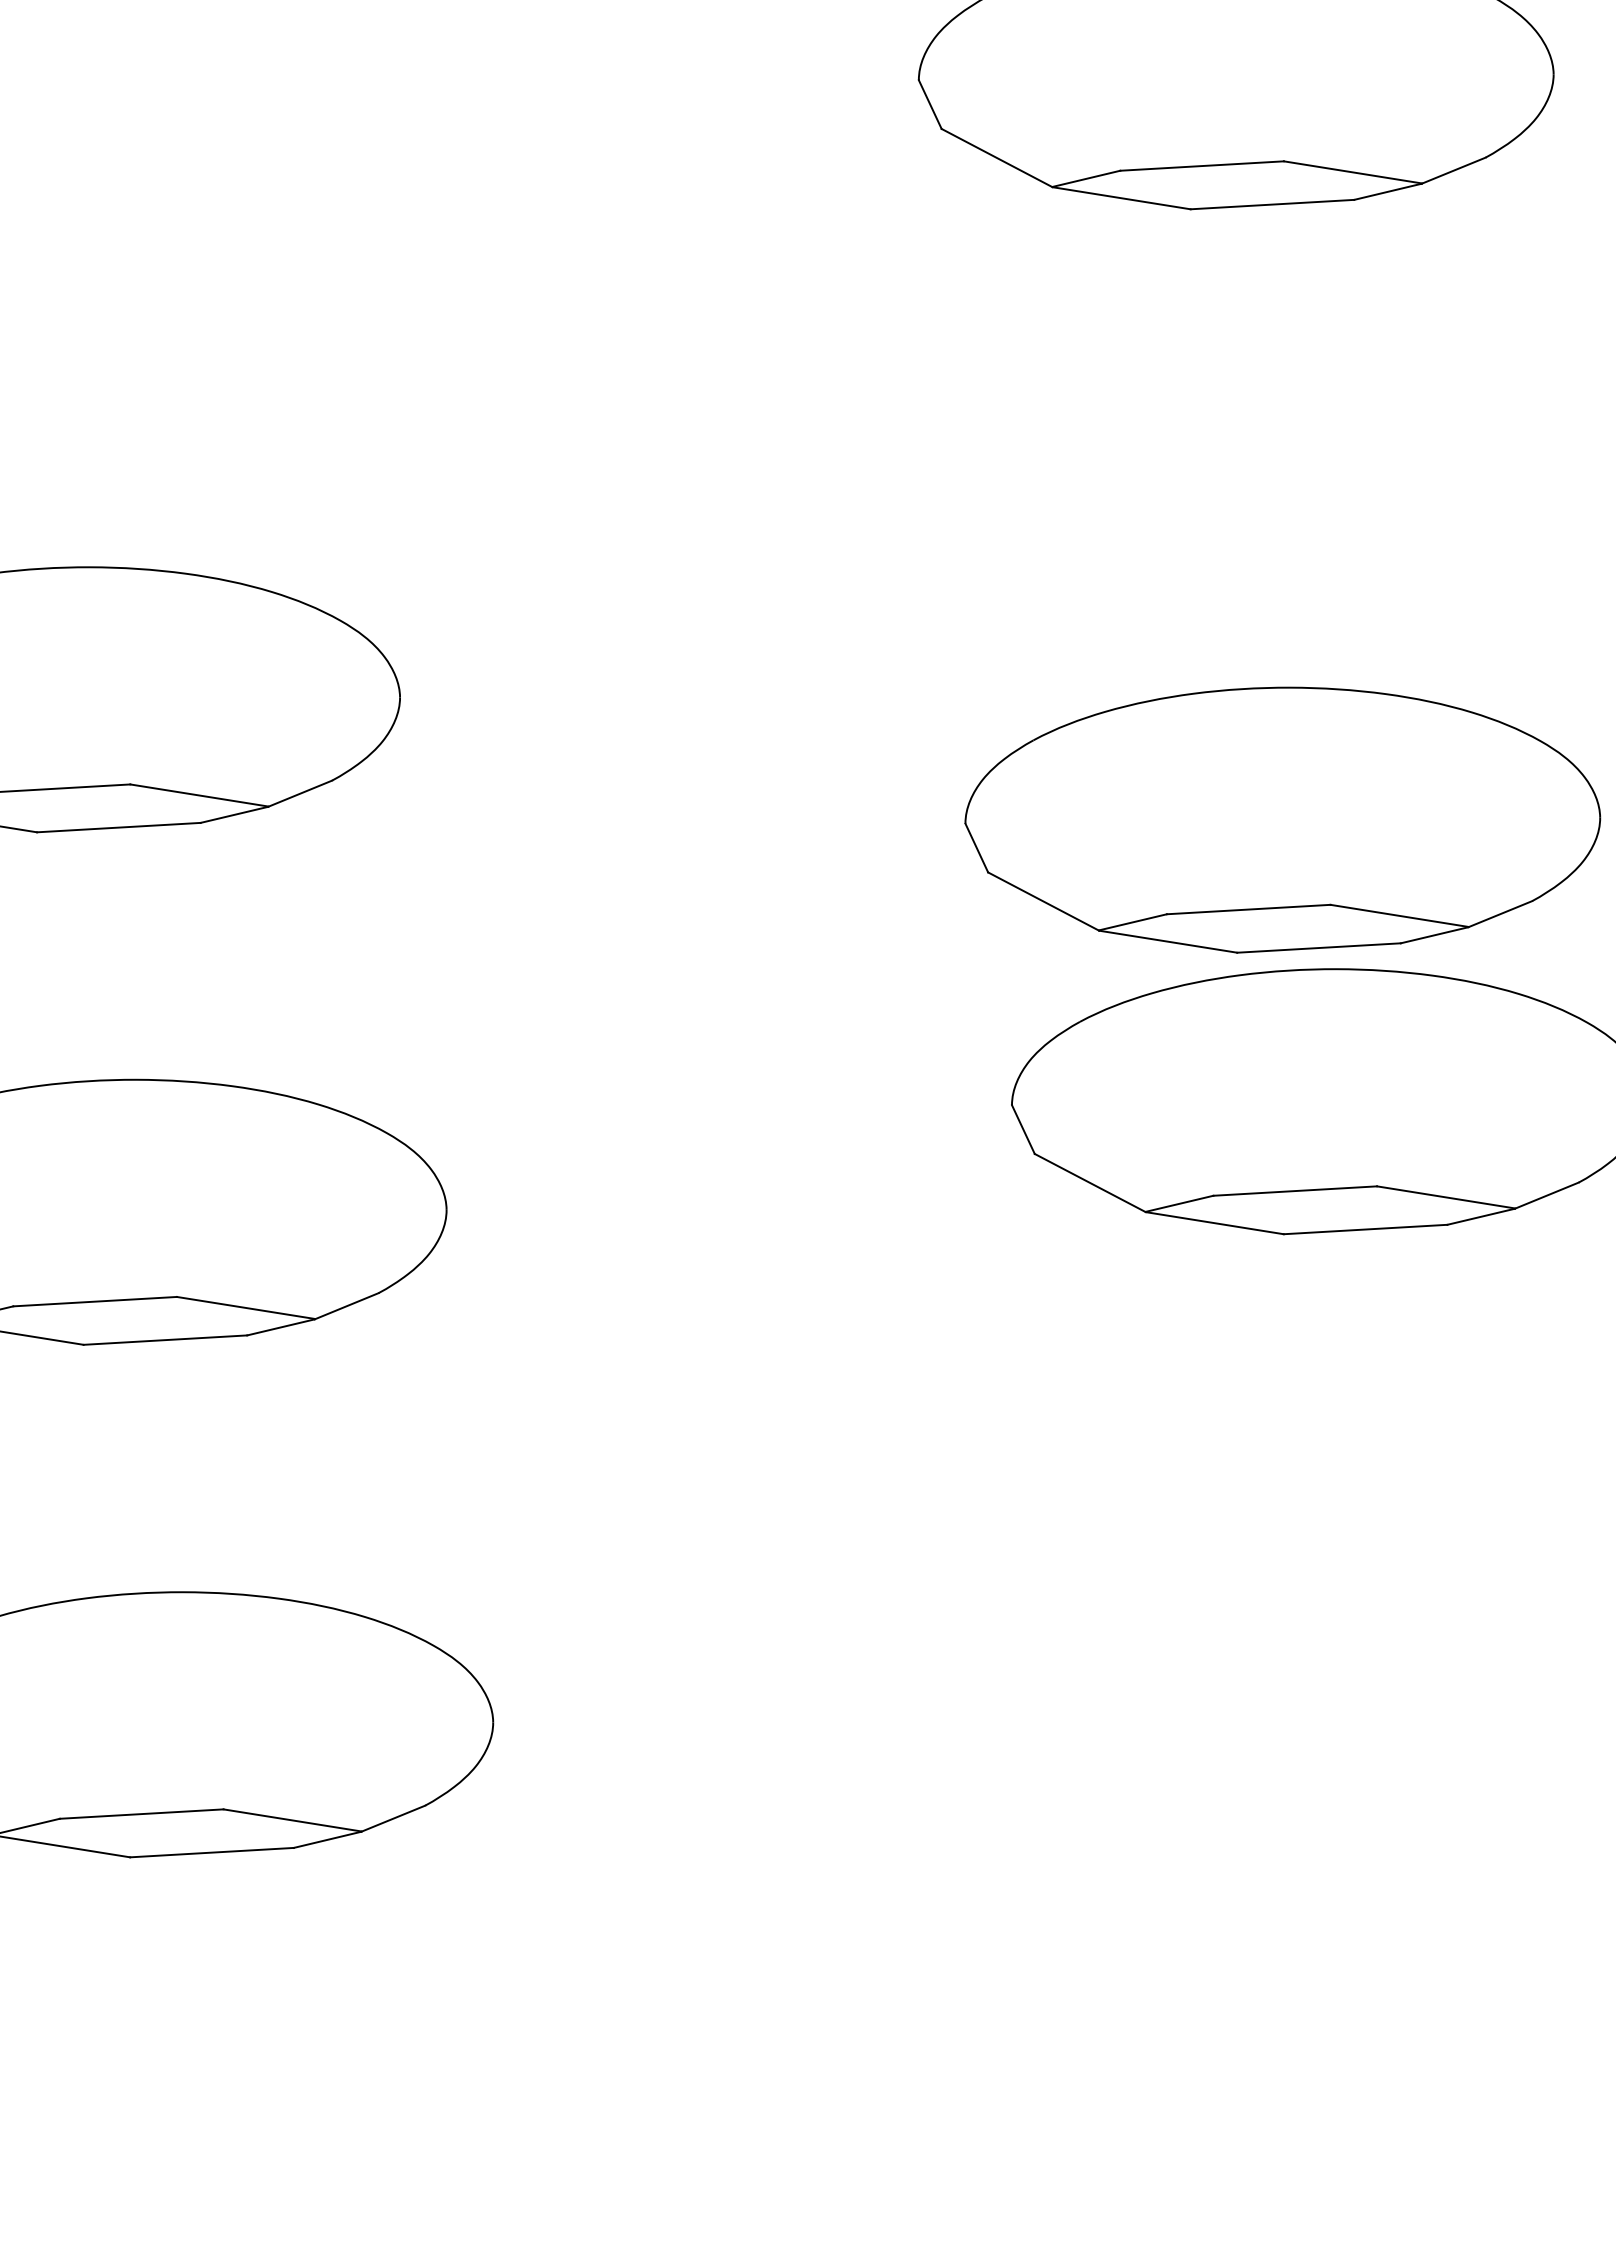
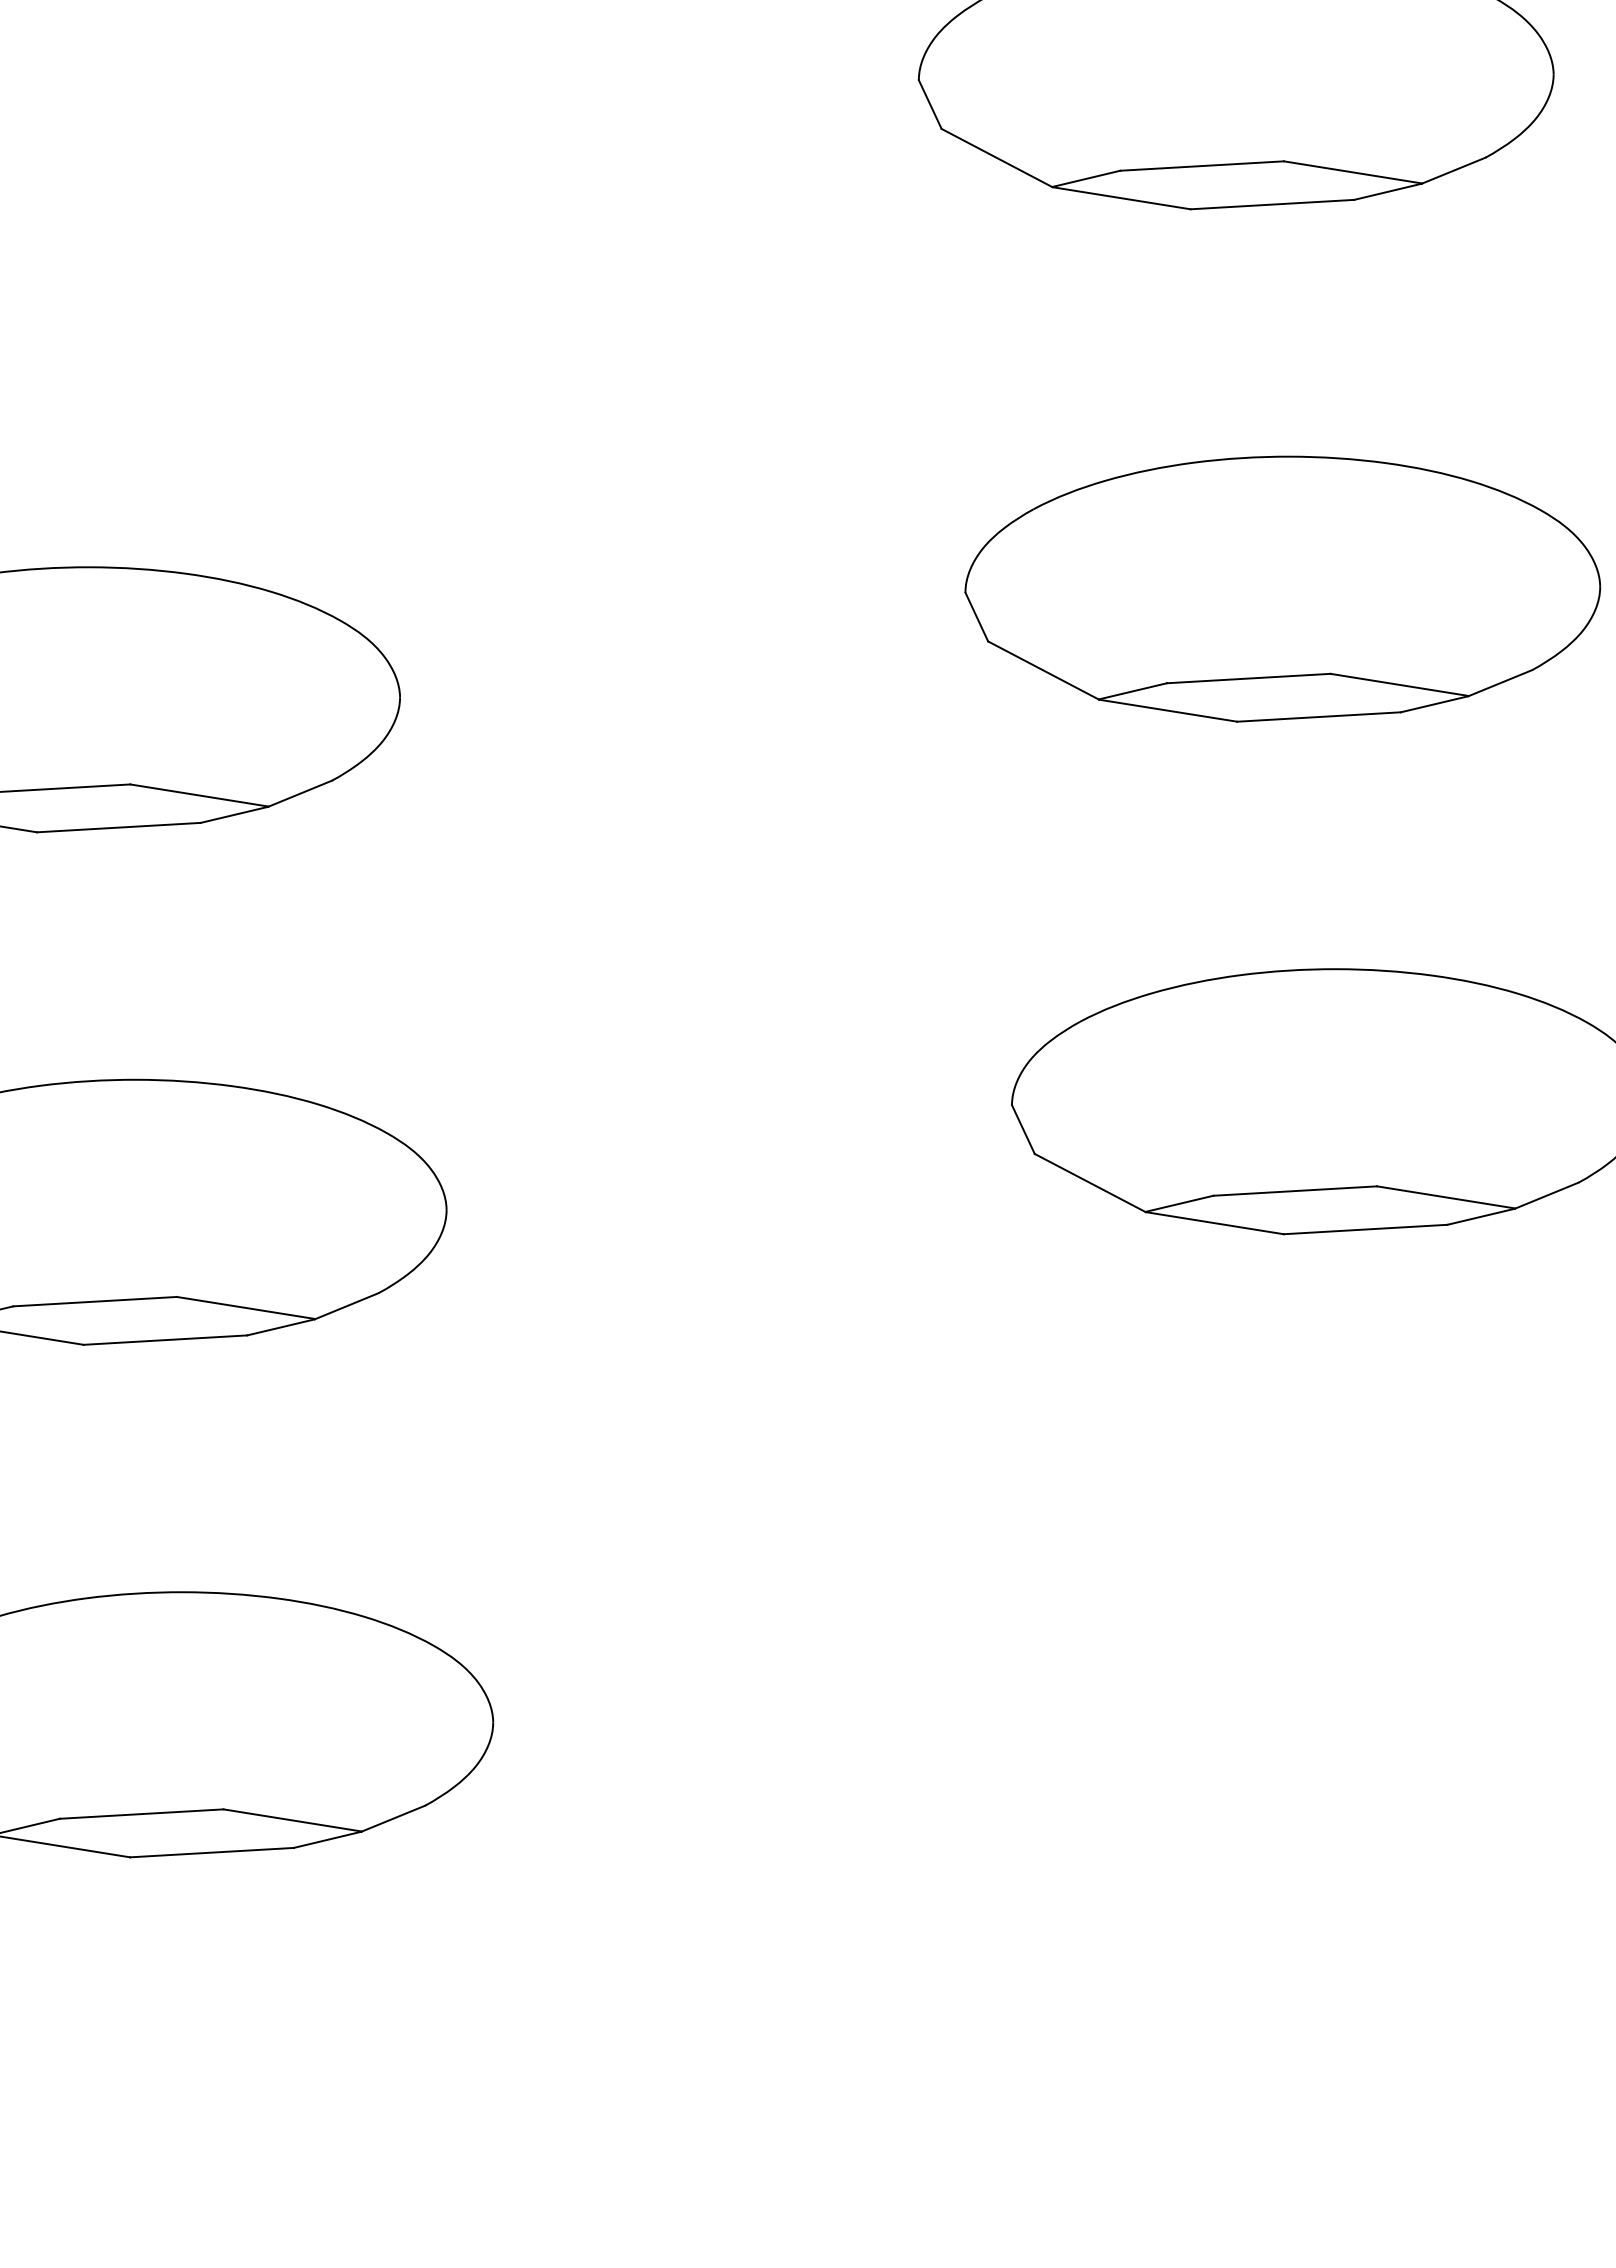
part at (1282, 819) position: (1282, 819) -> (1282, 588)
